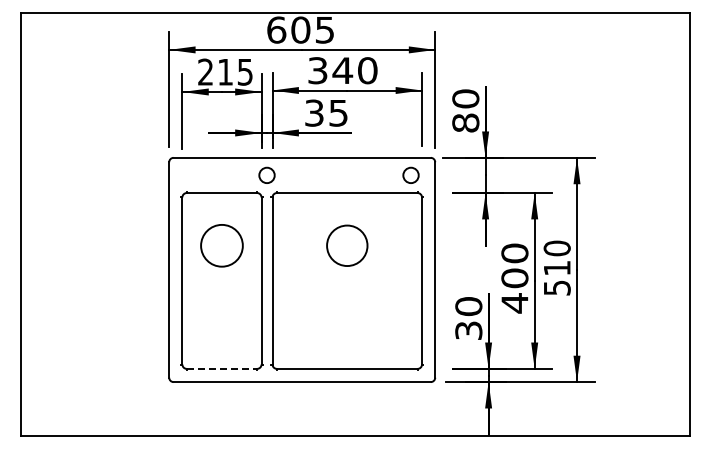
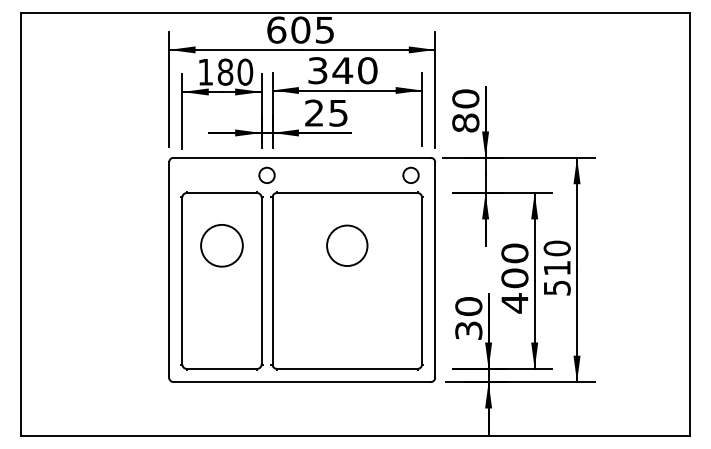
text at (225, 71): 215 -> 180
text at (314, 112): 35 -> 25
line at (222, 368): dashed -> solid
